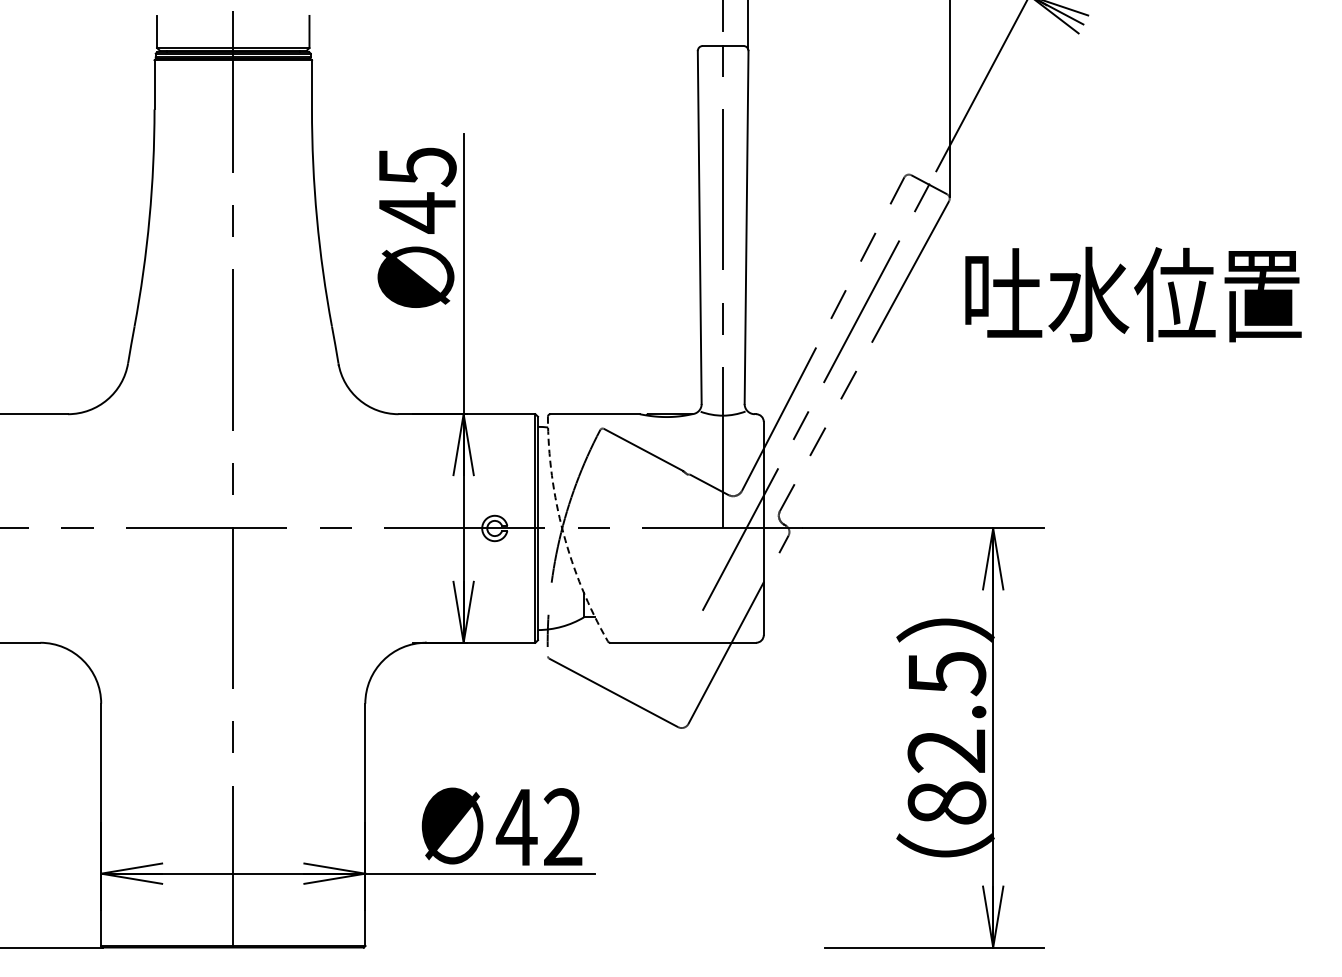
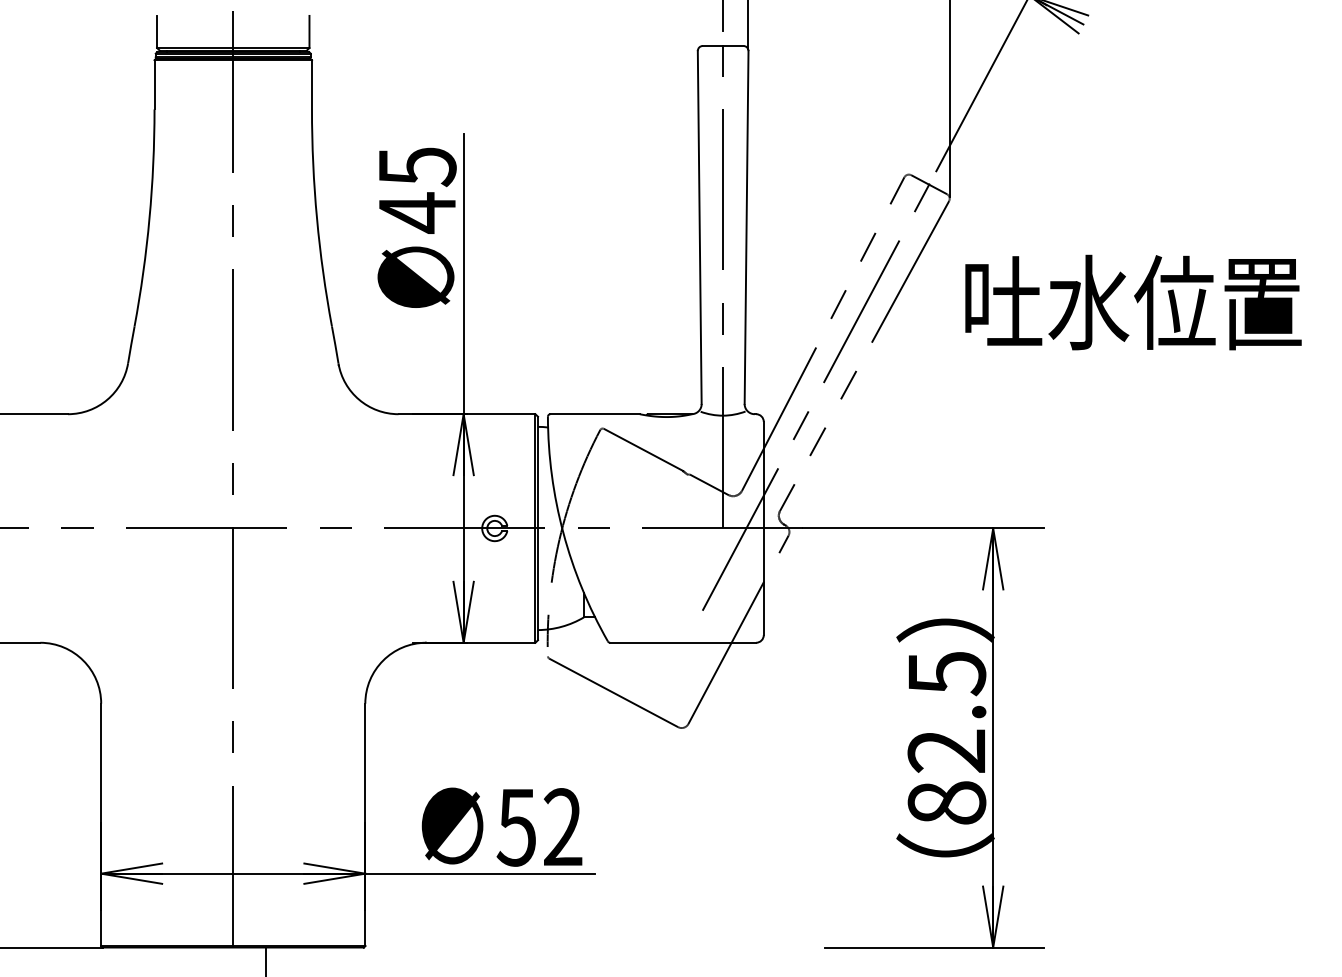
text at (1133, 294) position: (1133, 294) -> (1133, 302)
arc at (563, 533): dashed -> solid
text at (516, 827): 42 -> 52
line at (266, 960): none -> present
